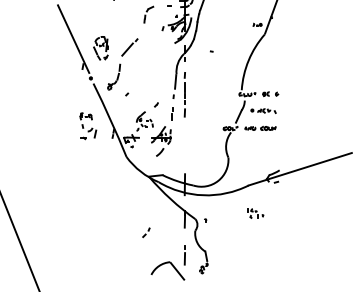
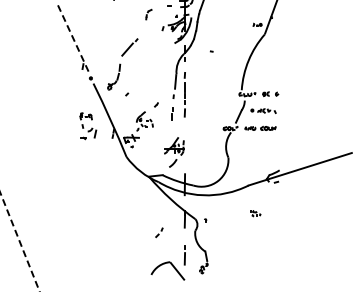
part at (148, 14) size: 12x19 px -> 8x13 px
line at (73, 39): solid -> dashed
part at (100, 48): present -> none
part at (161, 141) position: (161, 141) -> (174, 152)
part at (255, 213) size: 18x11 px -> 12x8 px
part at (146, 232) position: (146, 232) -> (159, 232)
arc at (20, 242): solid -> dashed
